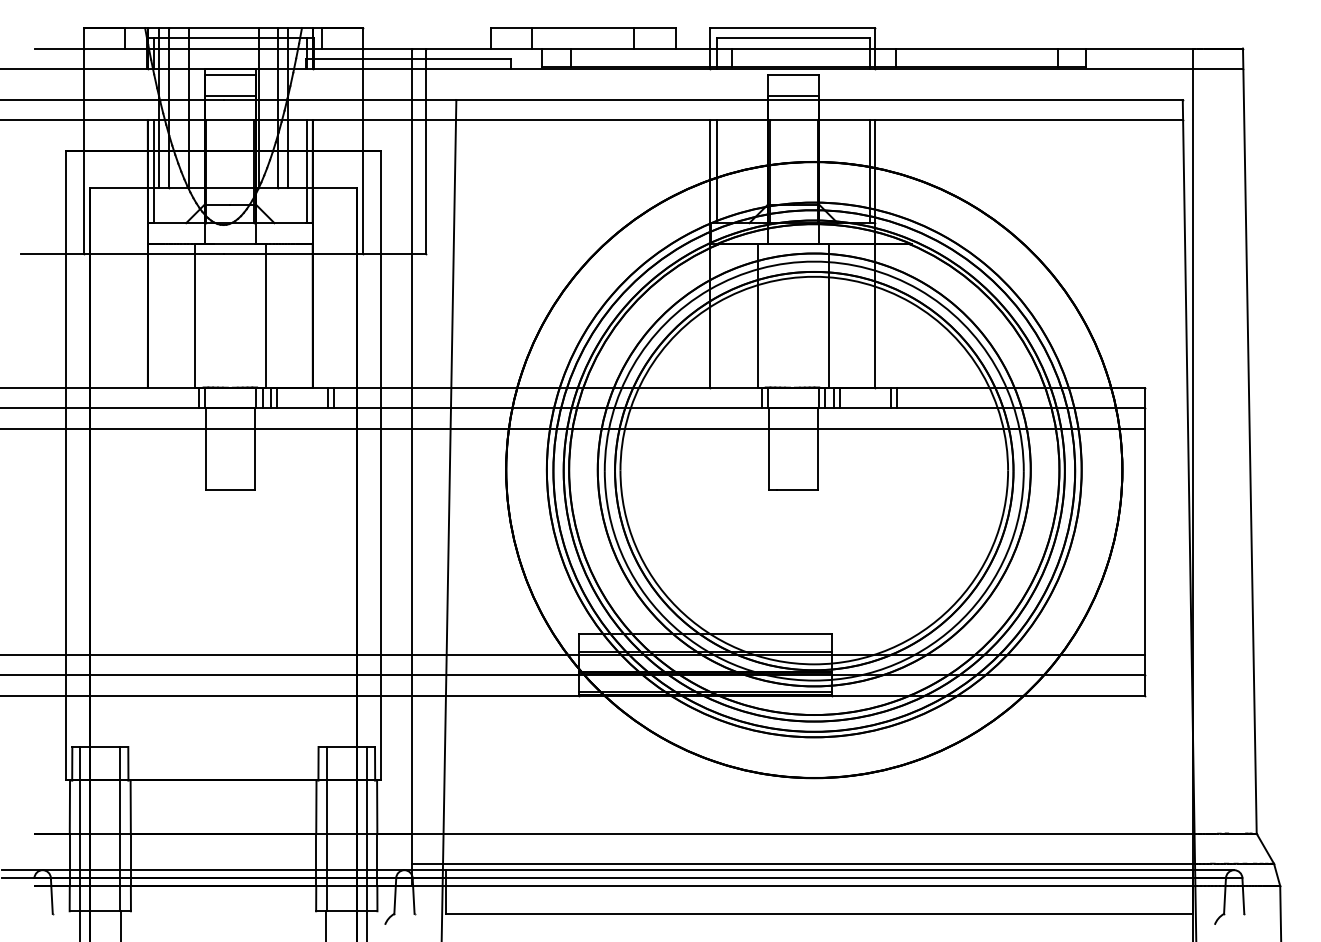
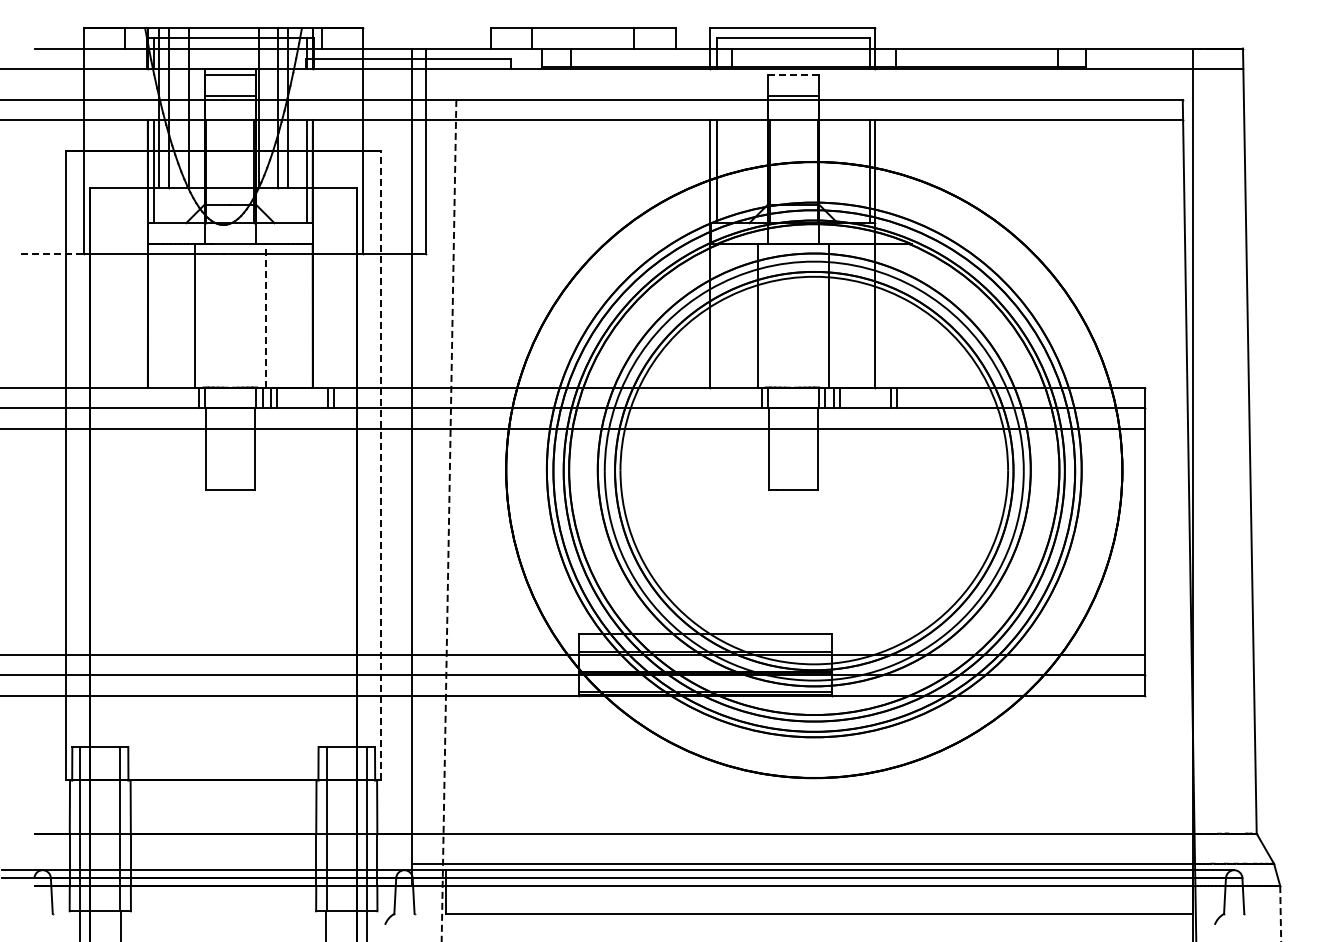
line at (793, 75): solid -> dashed
line at (52, 254): solid -> dashed
line at (265, 315): solid -> dashed
line at (381, 465): solid -> dashed
line at (449, 520): solid -> dashed
line at (1280, 913): solid -> dashed
